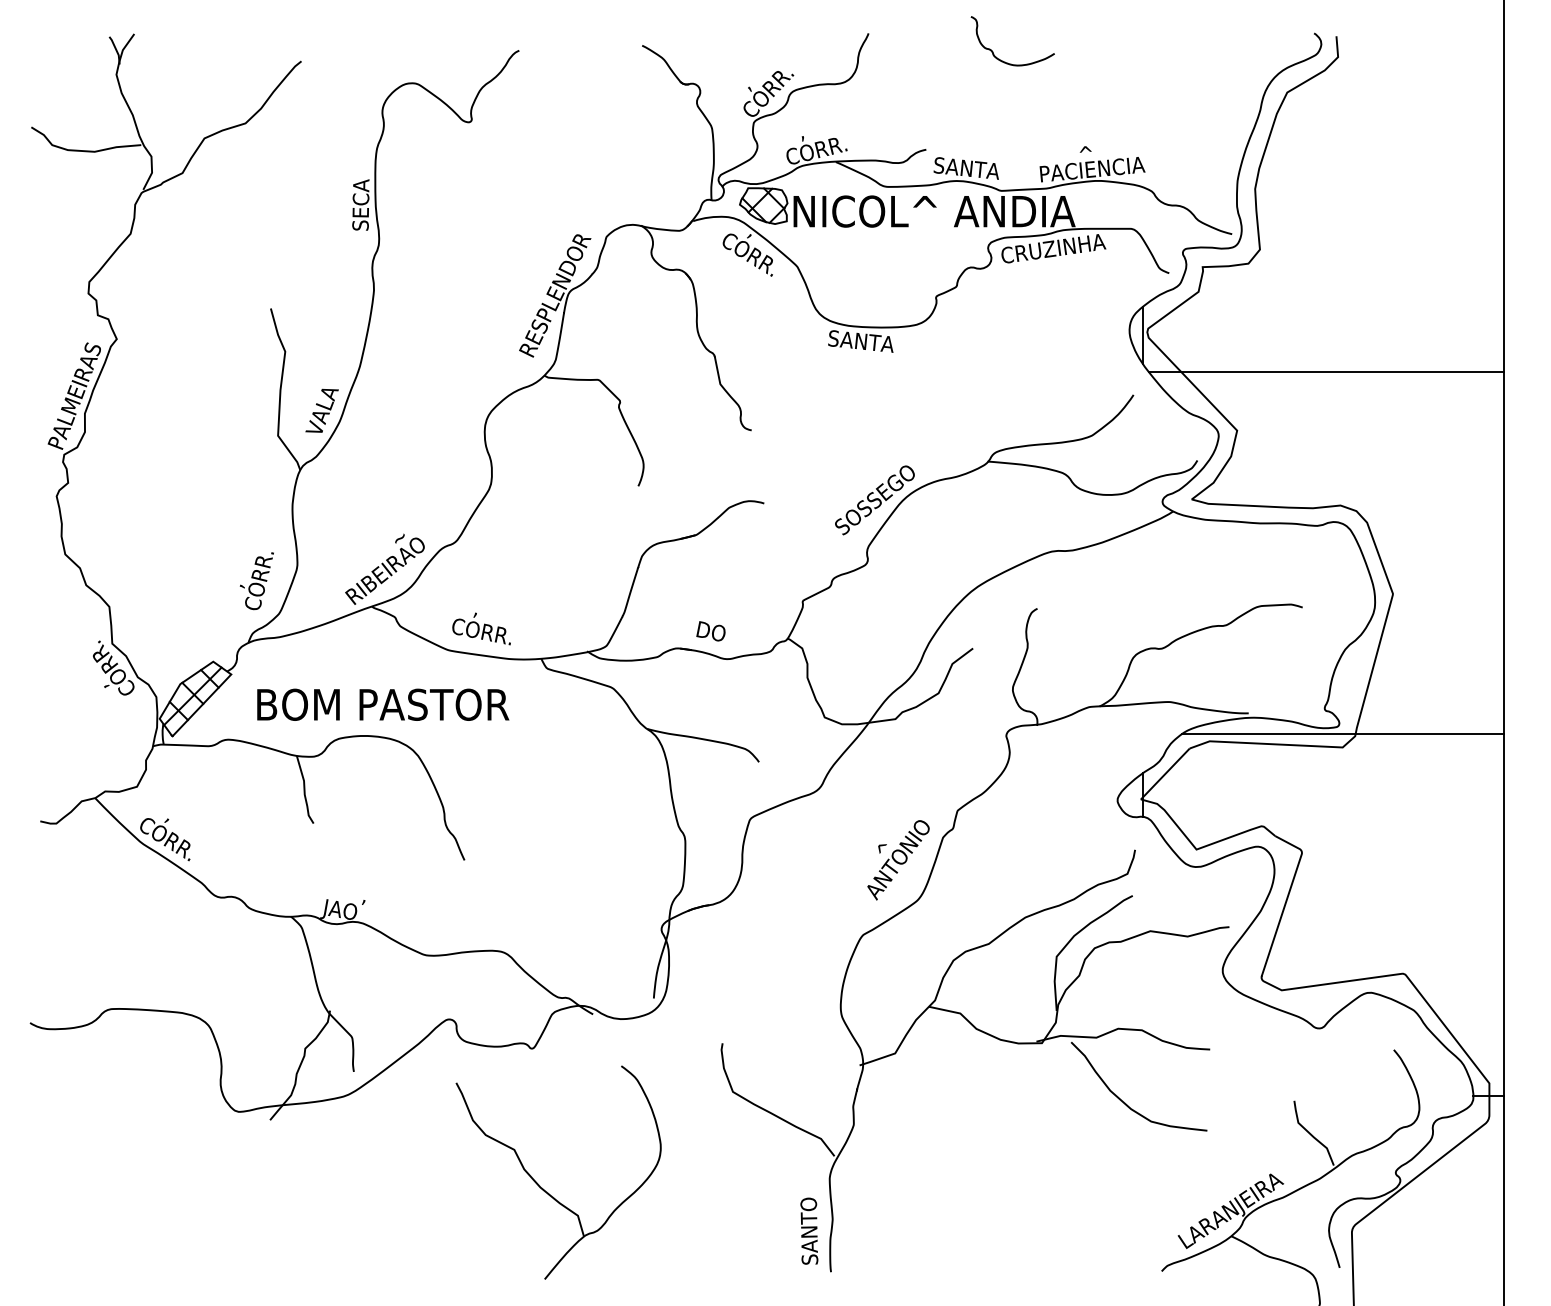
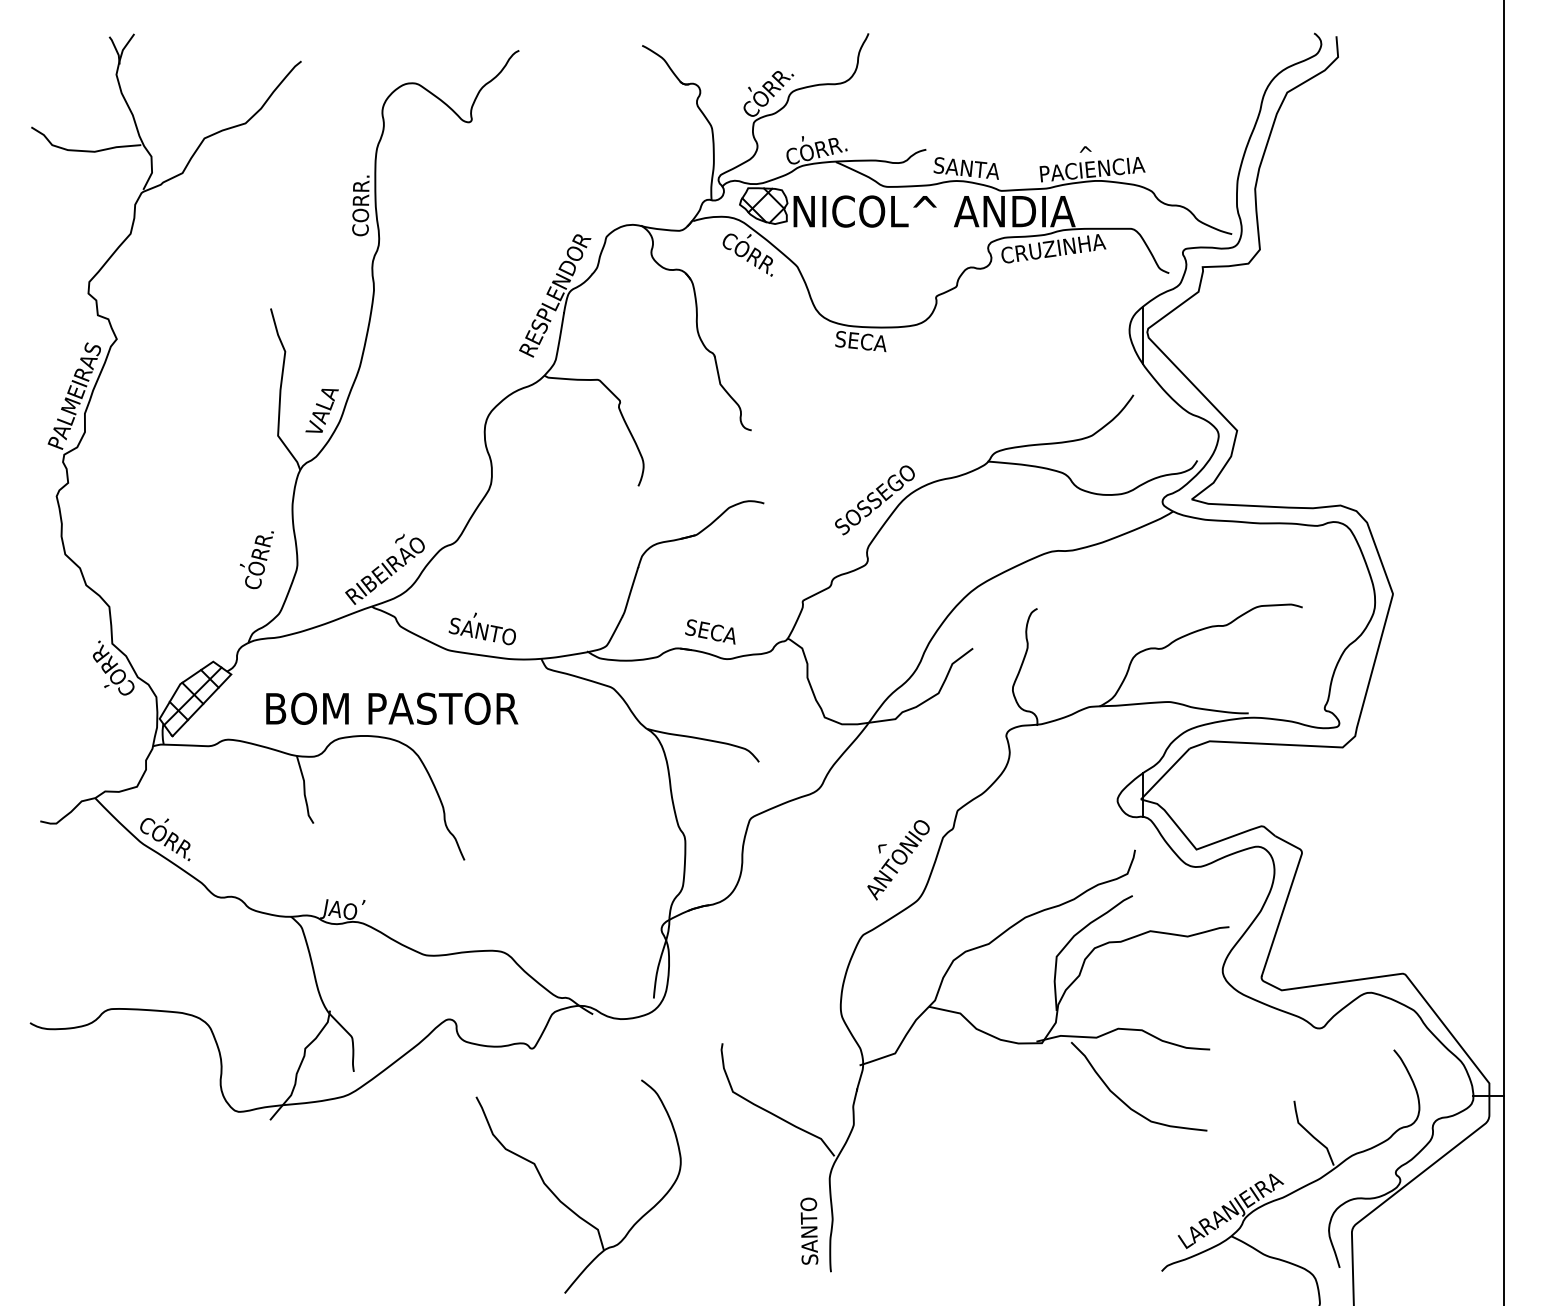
curve at (1005, 61): present -> none
text at (360, 205): SECA -> CORR.
text at (860, 341): SANTA -> SECA
line at (1326, 372): present -> none
text at (256, 581) position: (256, 581) -> (256, 560)
text at (481, 631): CORR. -> SANTO
text at (710, 631): DO -> SECA
text at (383, 704) position: (383, 704) -> (392, 708)
line at (1342, 734): present -> none
part at (542, 1187) position: (542, 1187) -> (562, 1201)
